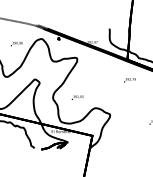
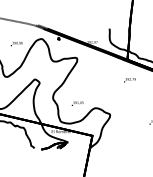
text at (77, 97) position: (77, 97) -> (77, 103)
